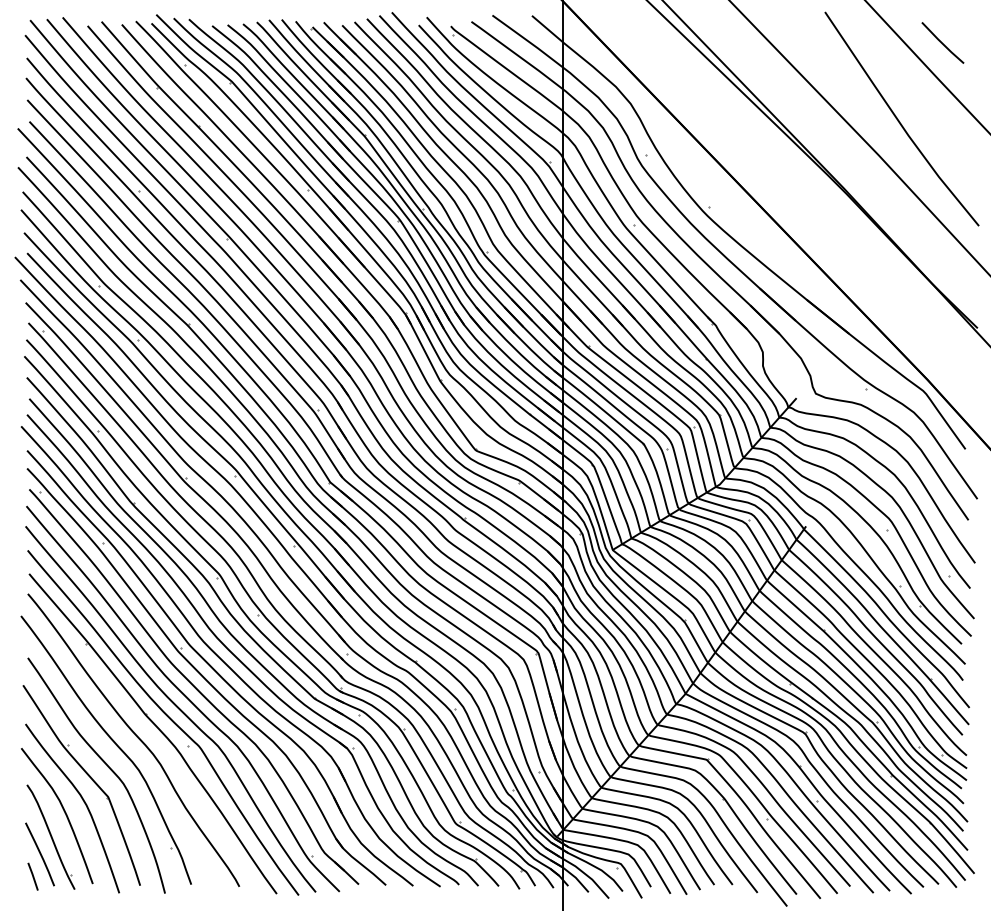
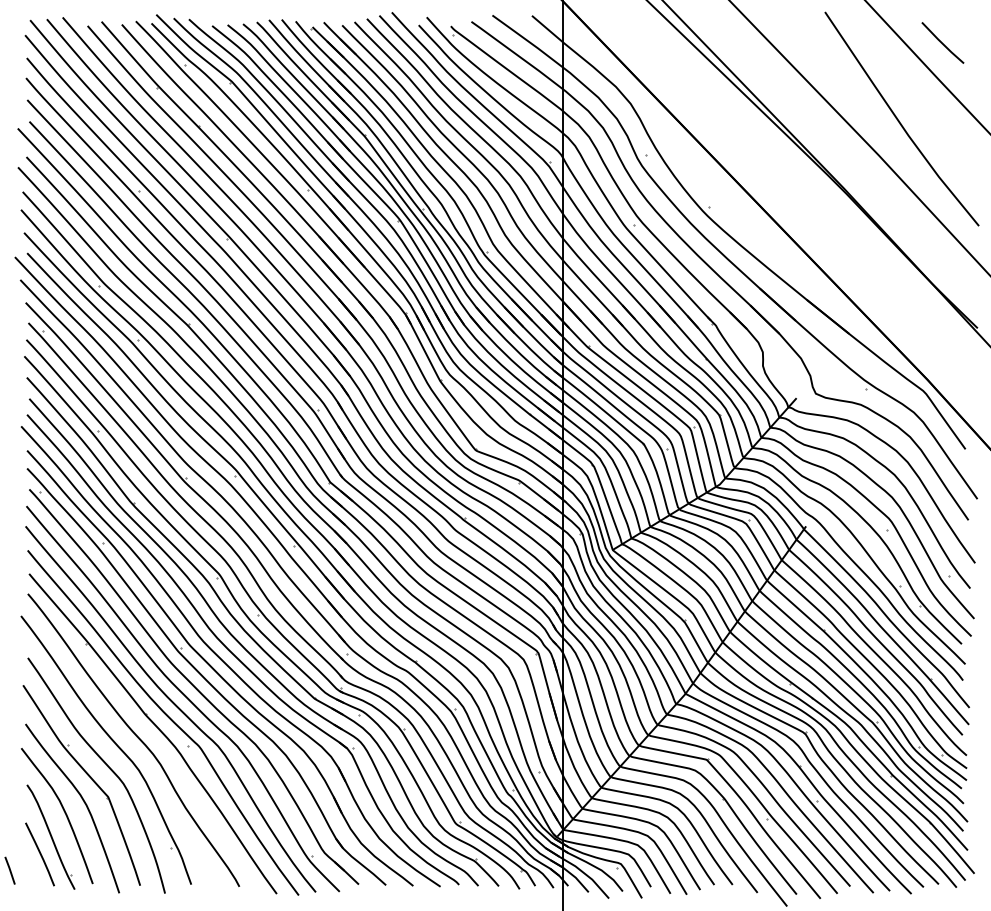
line at (32, 876) position: (32, 876) -> (9, 870)
